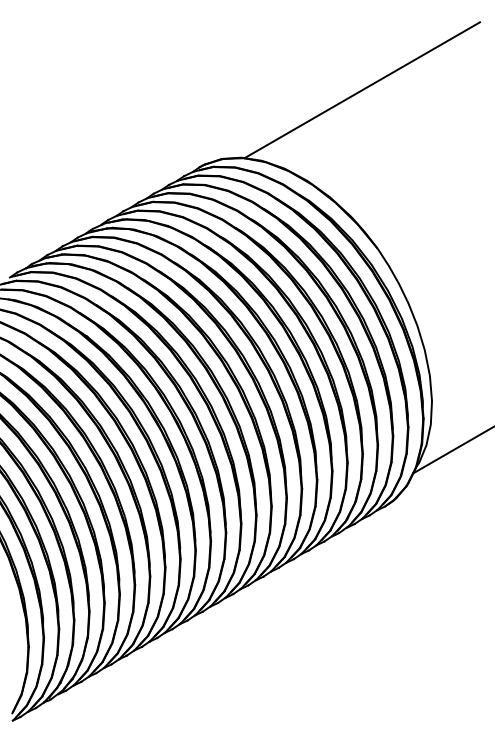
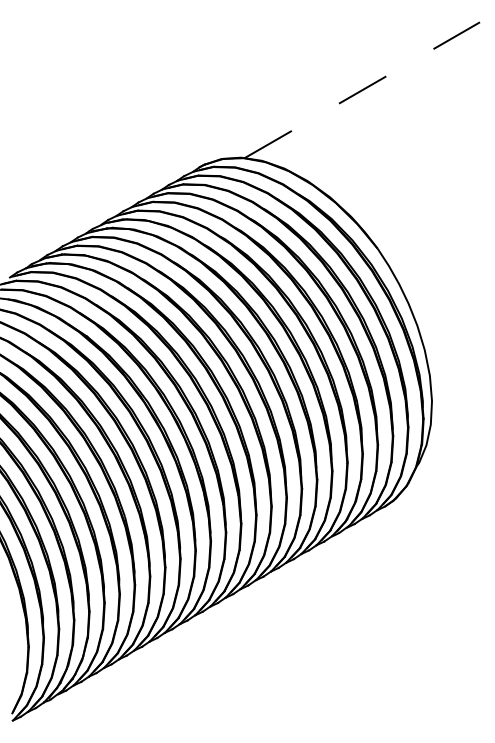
line at (362, 90): solid -> dashed
line at (452, 450): present -> none
